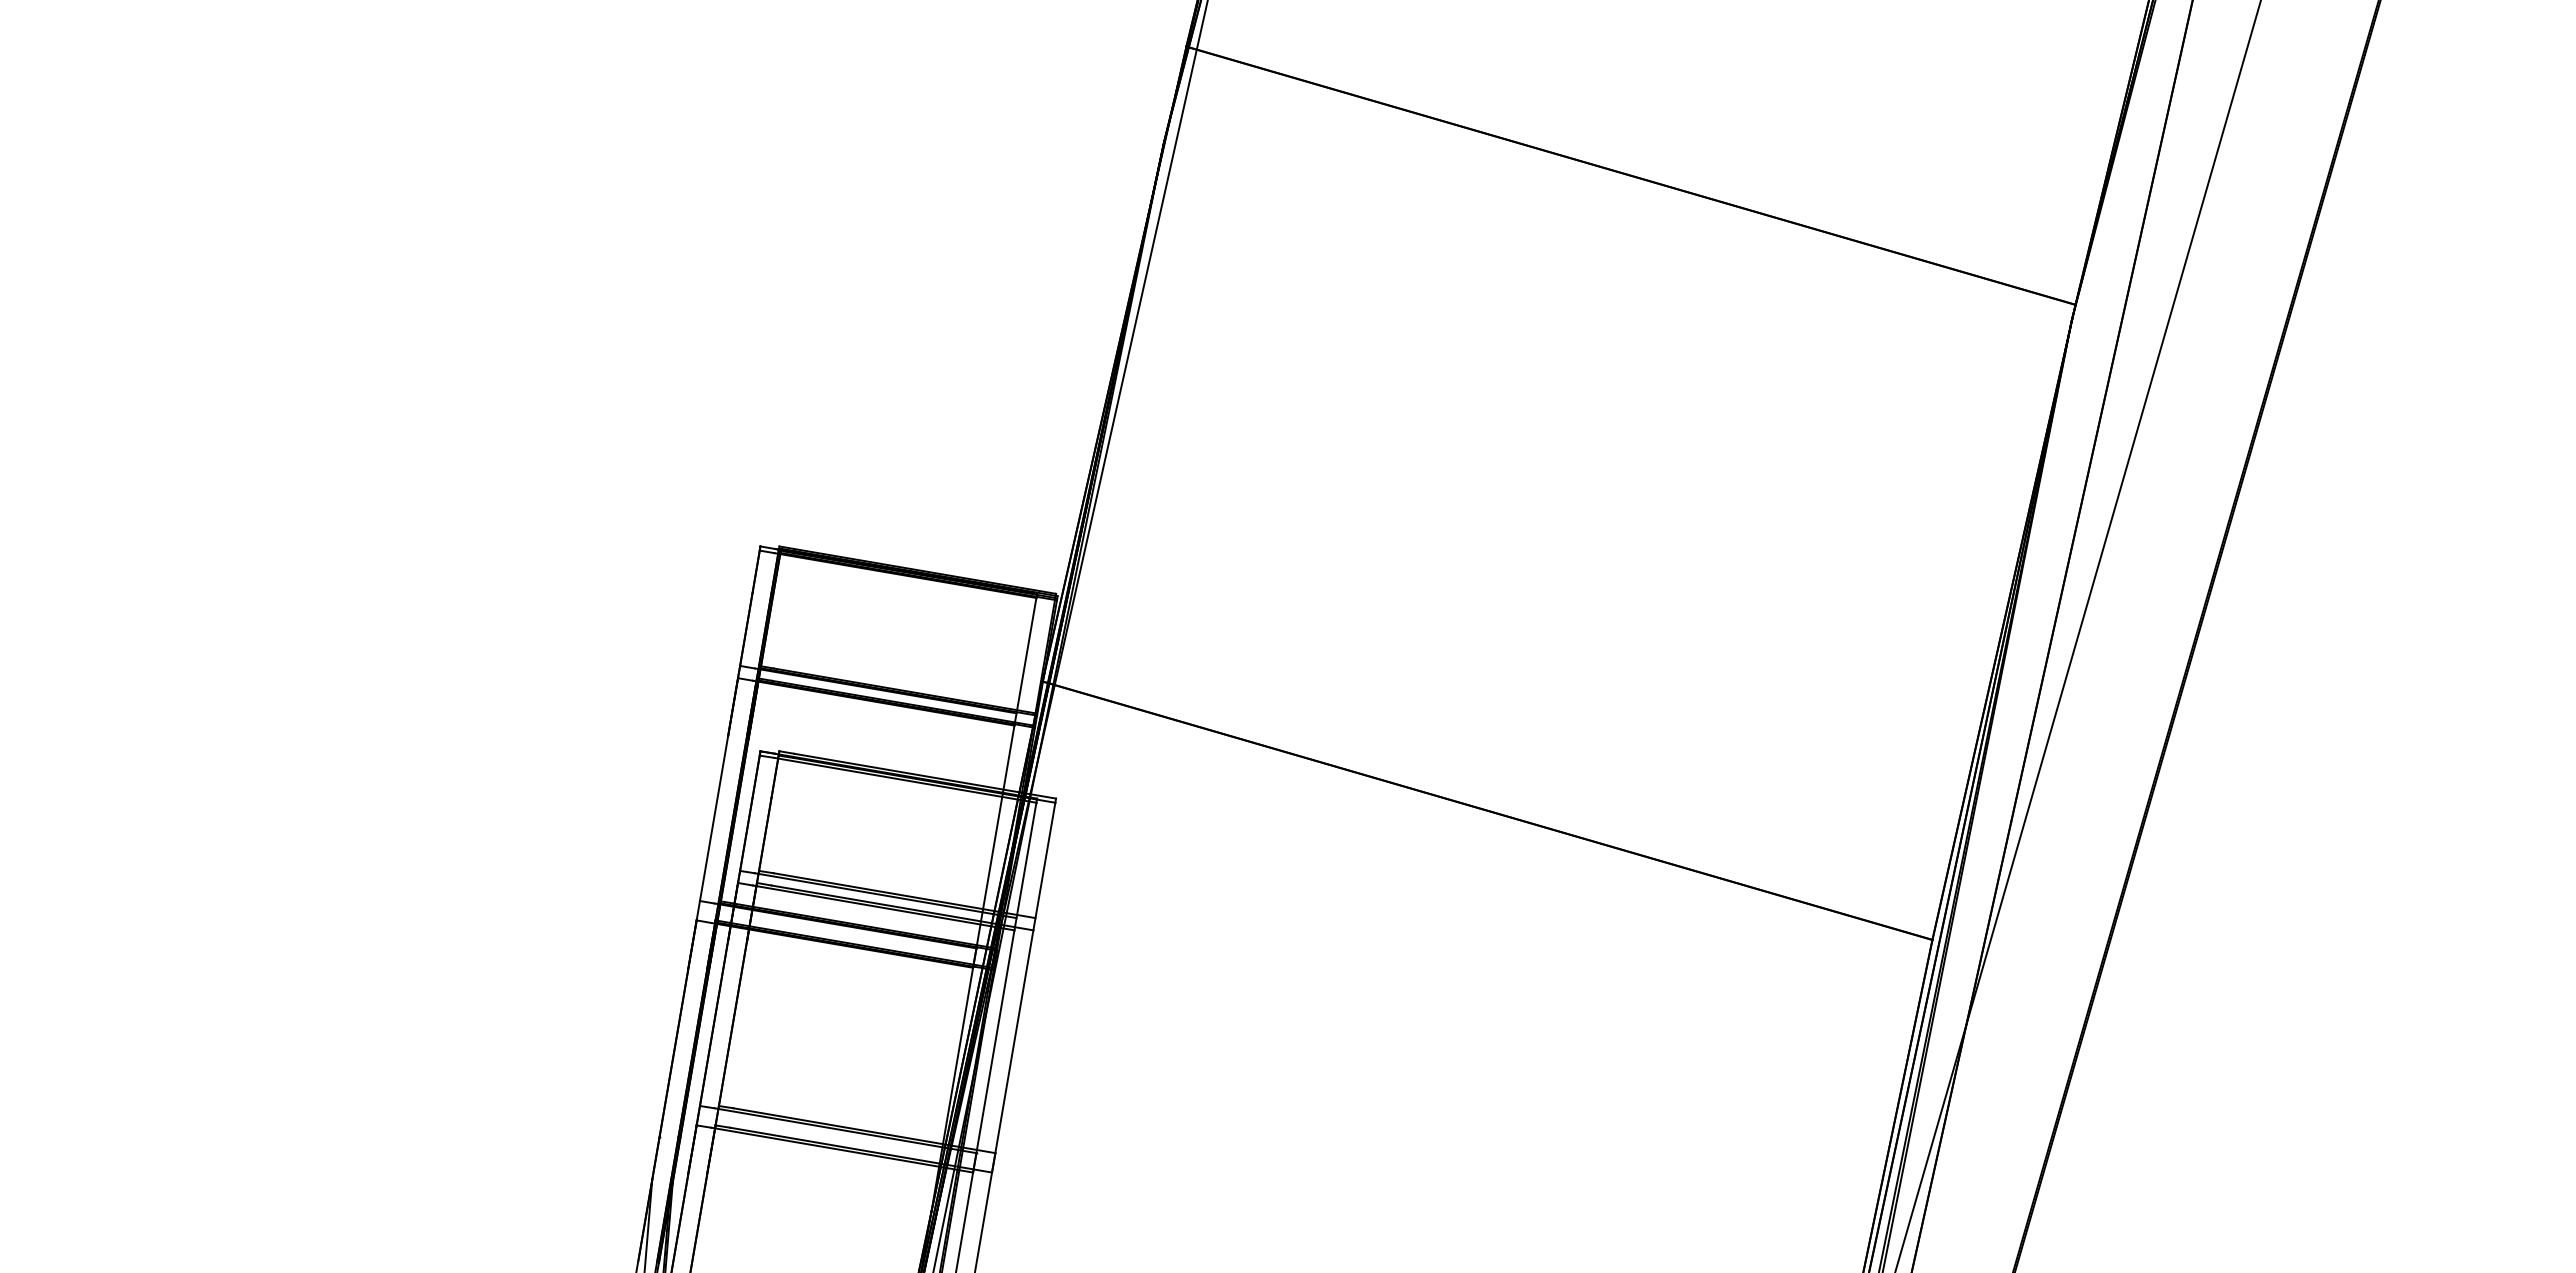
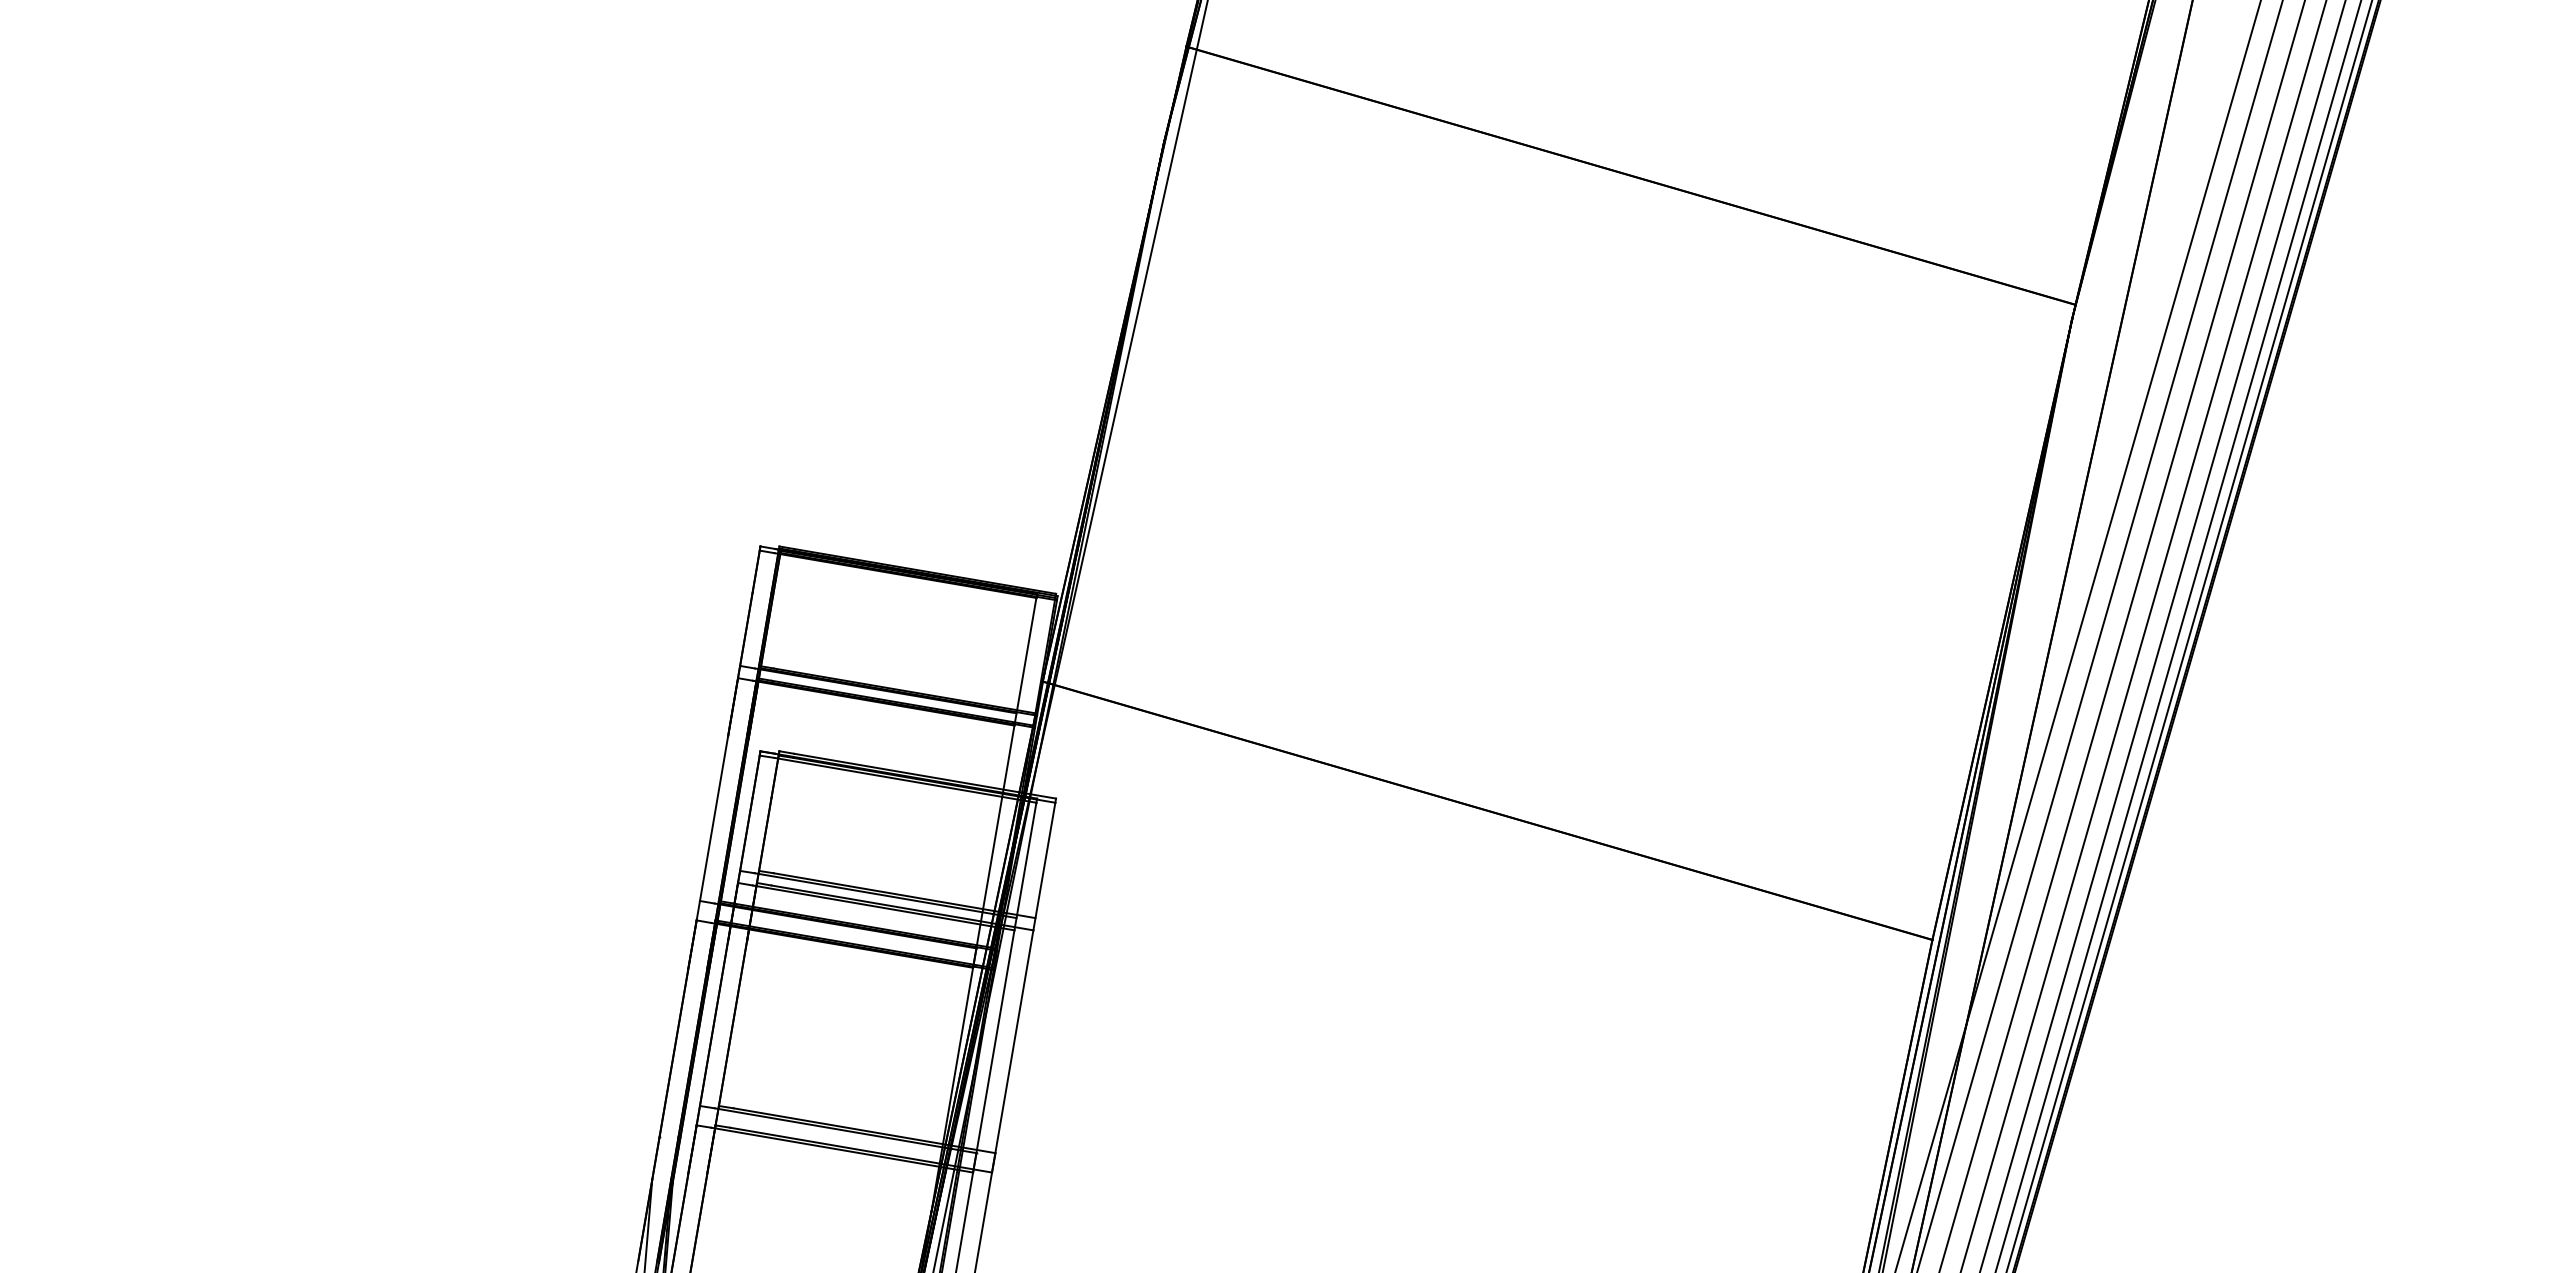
line at (2099, 635): none -> present
line at (2122, 635): none -> present
line at (2143, 635): none -> present
line at (2162, 635): none -> present
line at (2178, 635): none -> present
line at (2189, 635): none -> present
